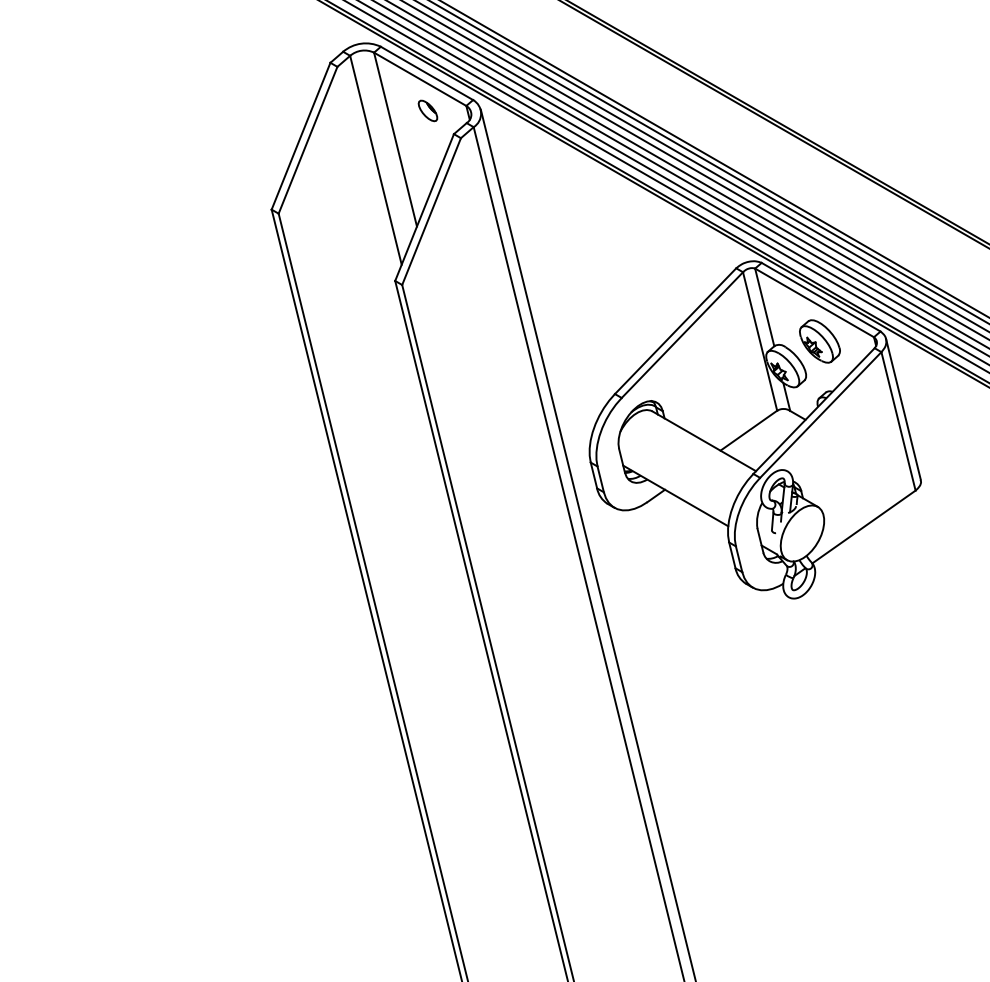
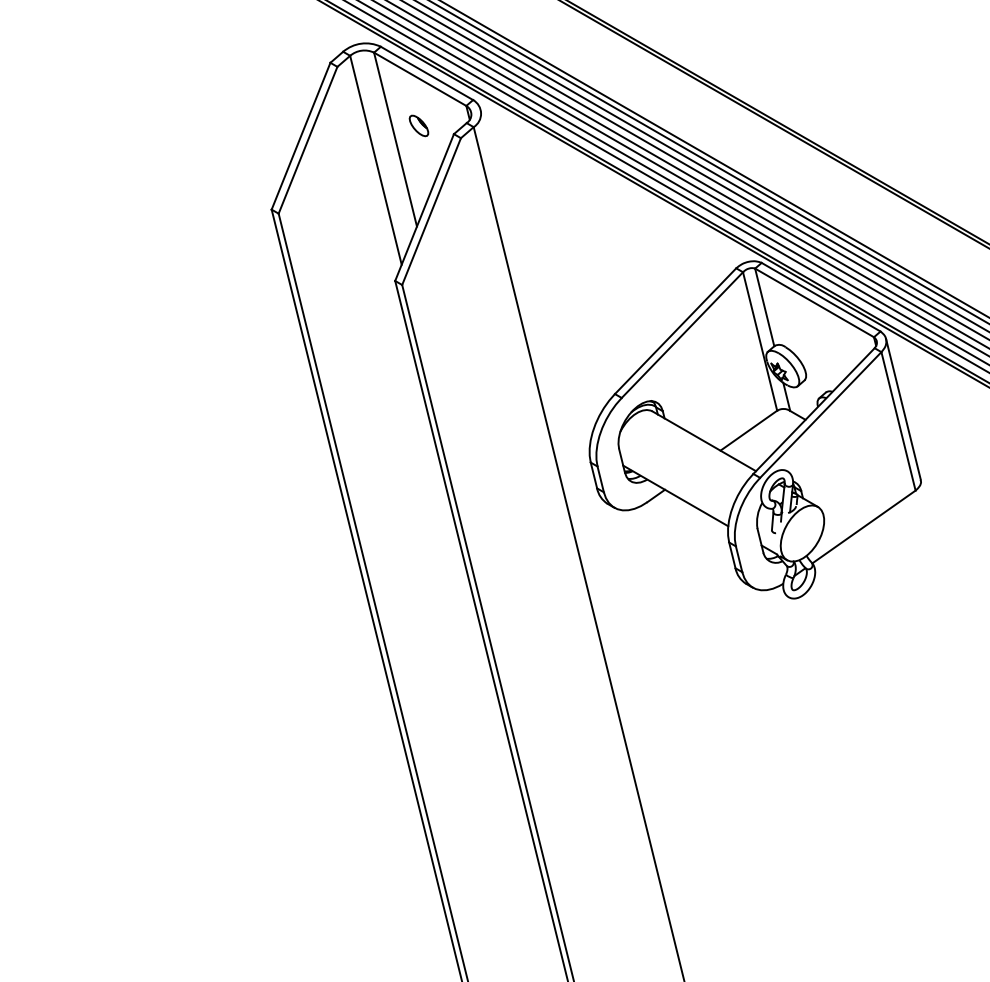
part at (427, 110) position: (427, 110) -> (418, 125)
part at (819, 341): present -> none
line at (587, 543): present -> none
